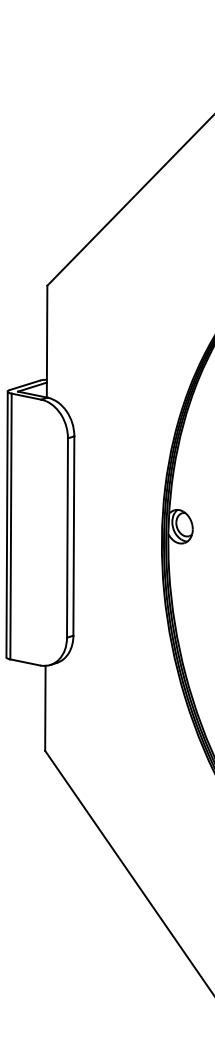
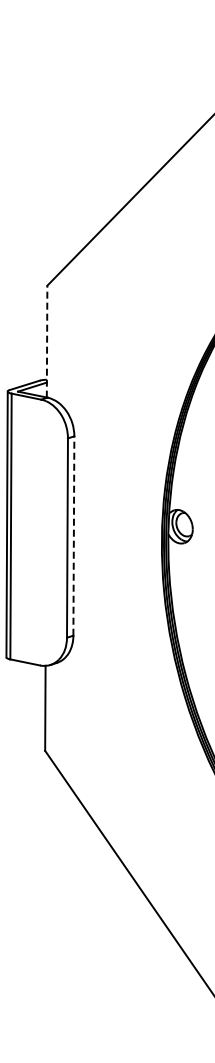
line at (47, 341): solid -> dashed
line at (73, 536): solid -> dashed
